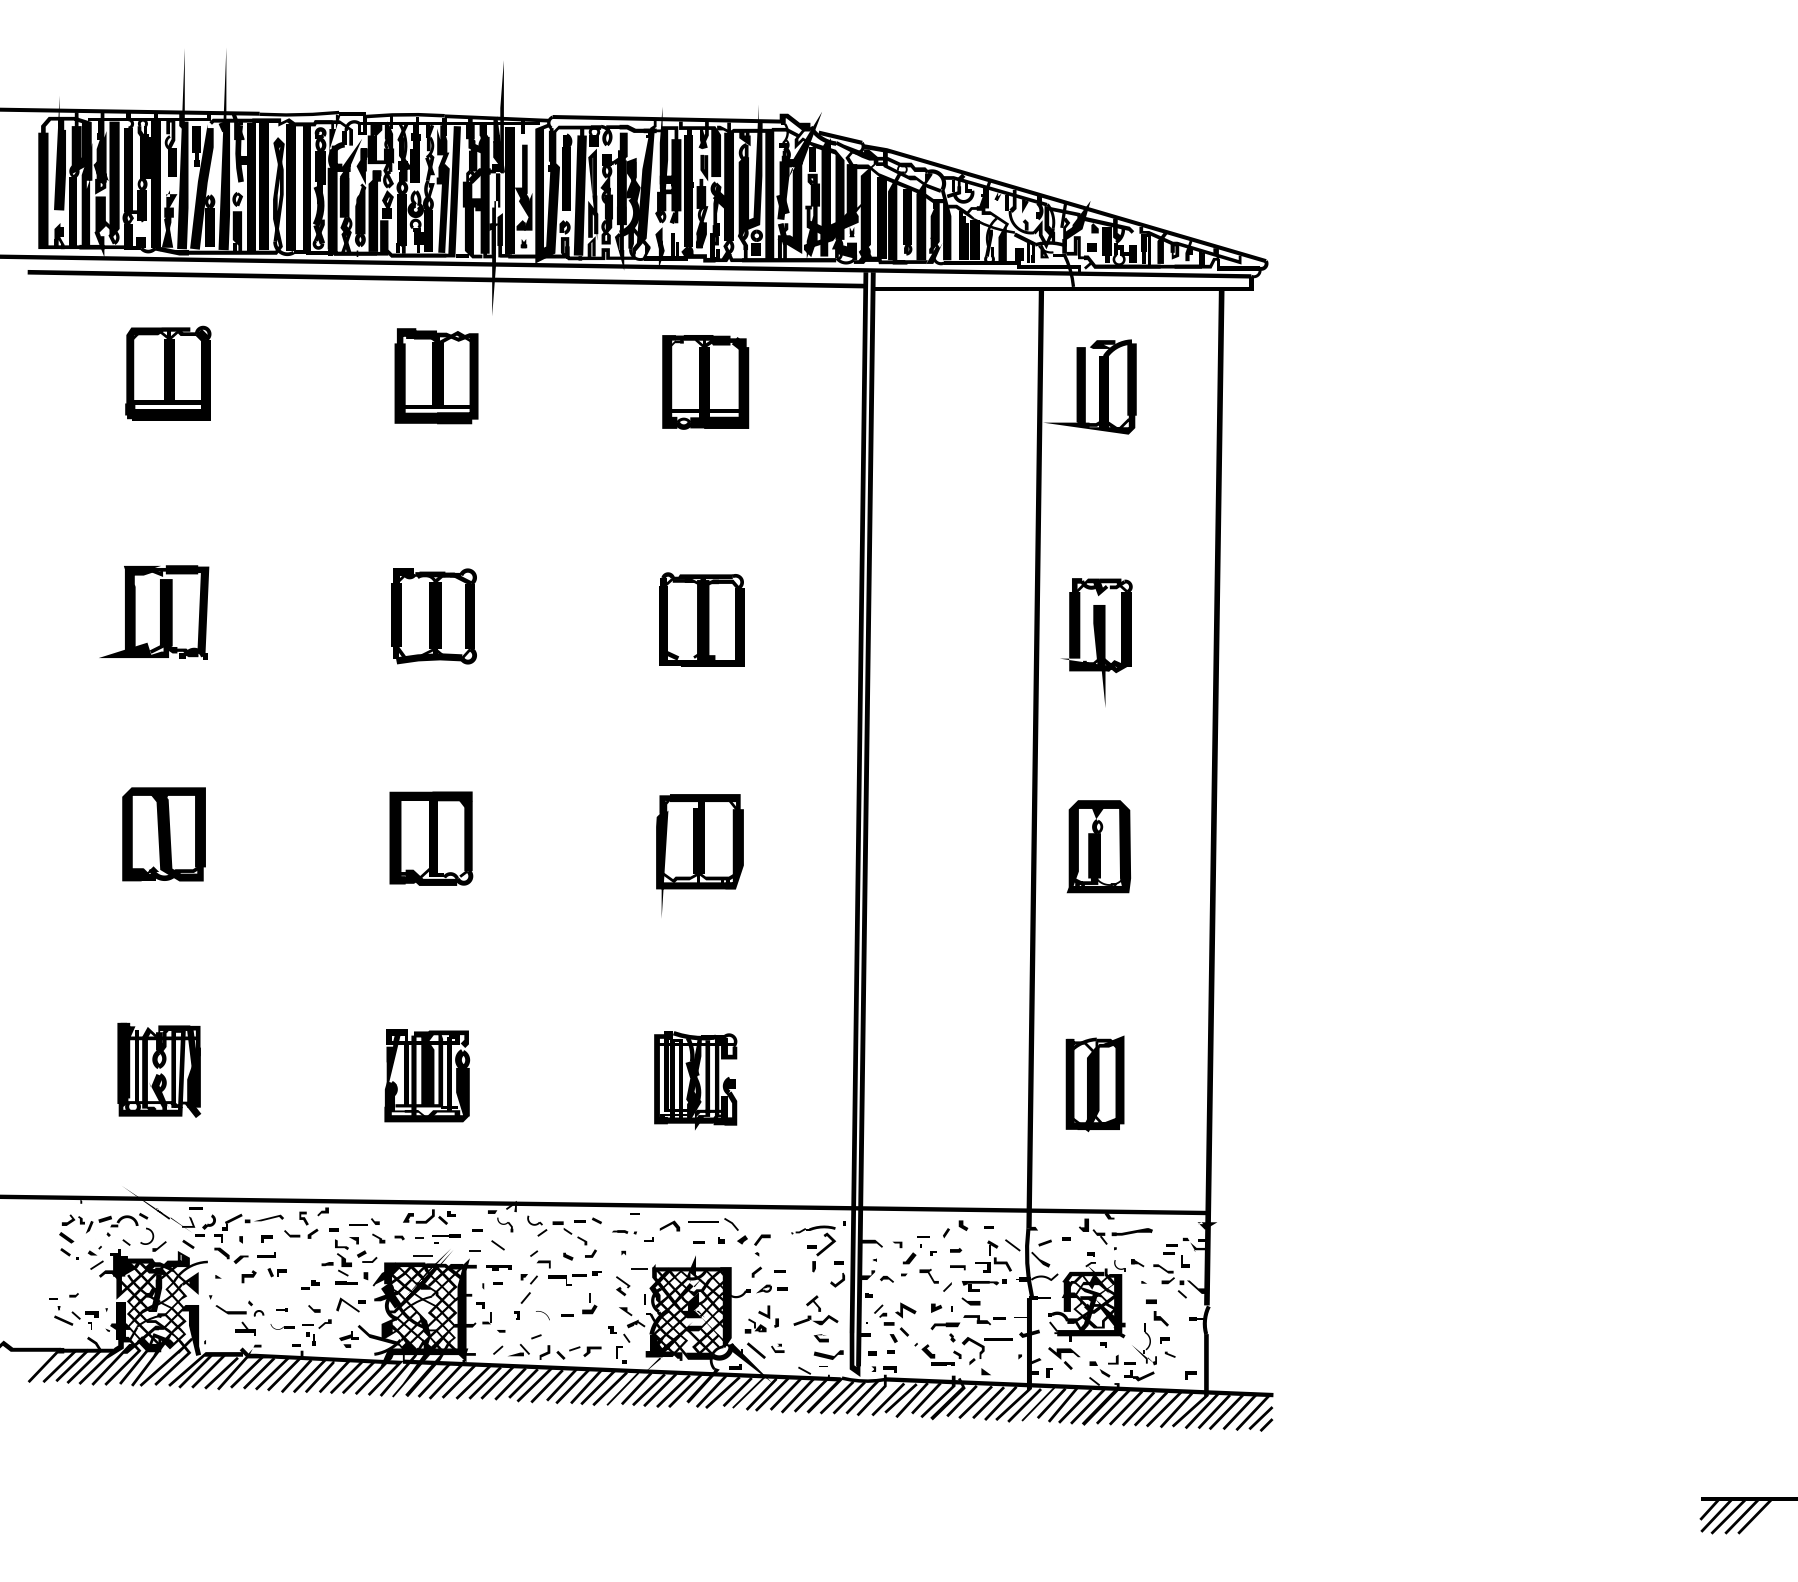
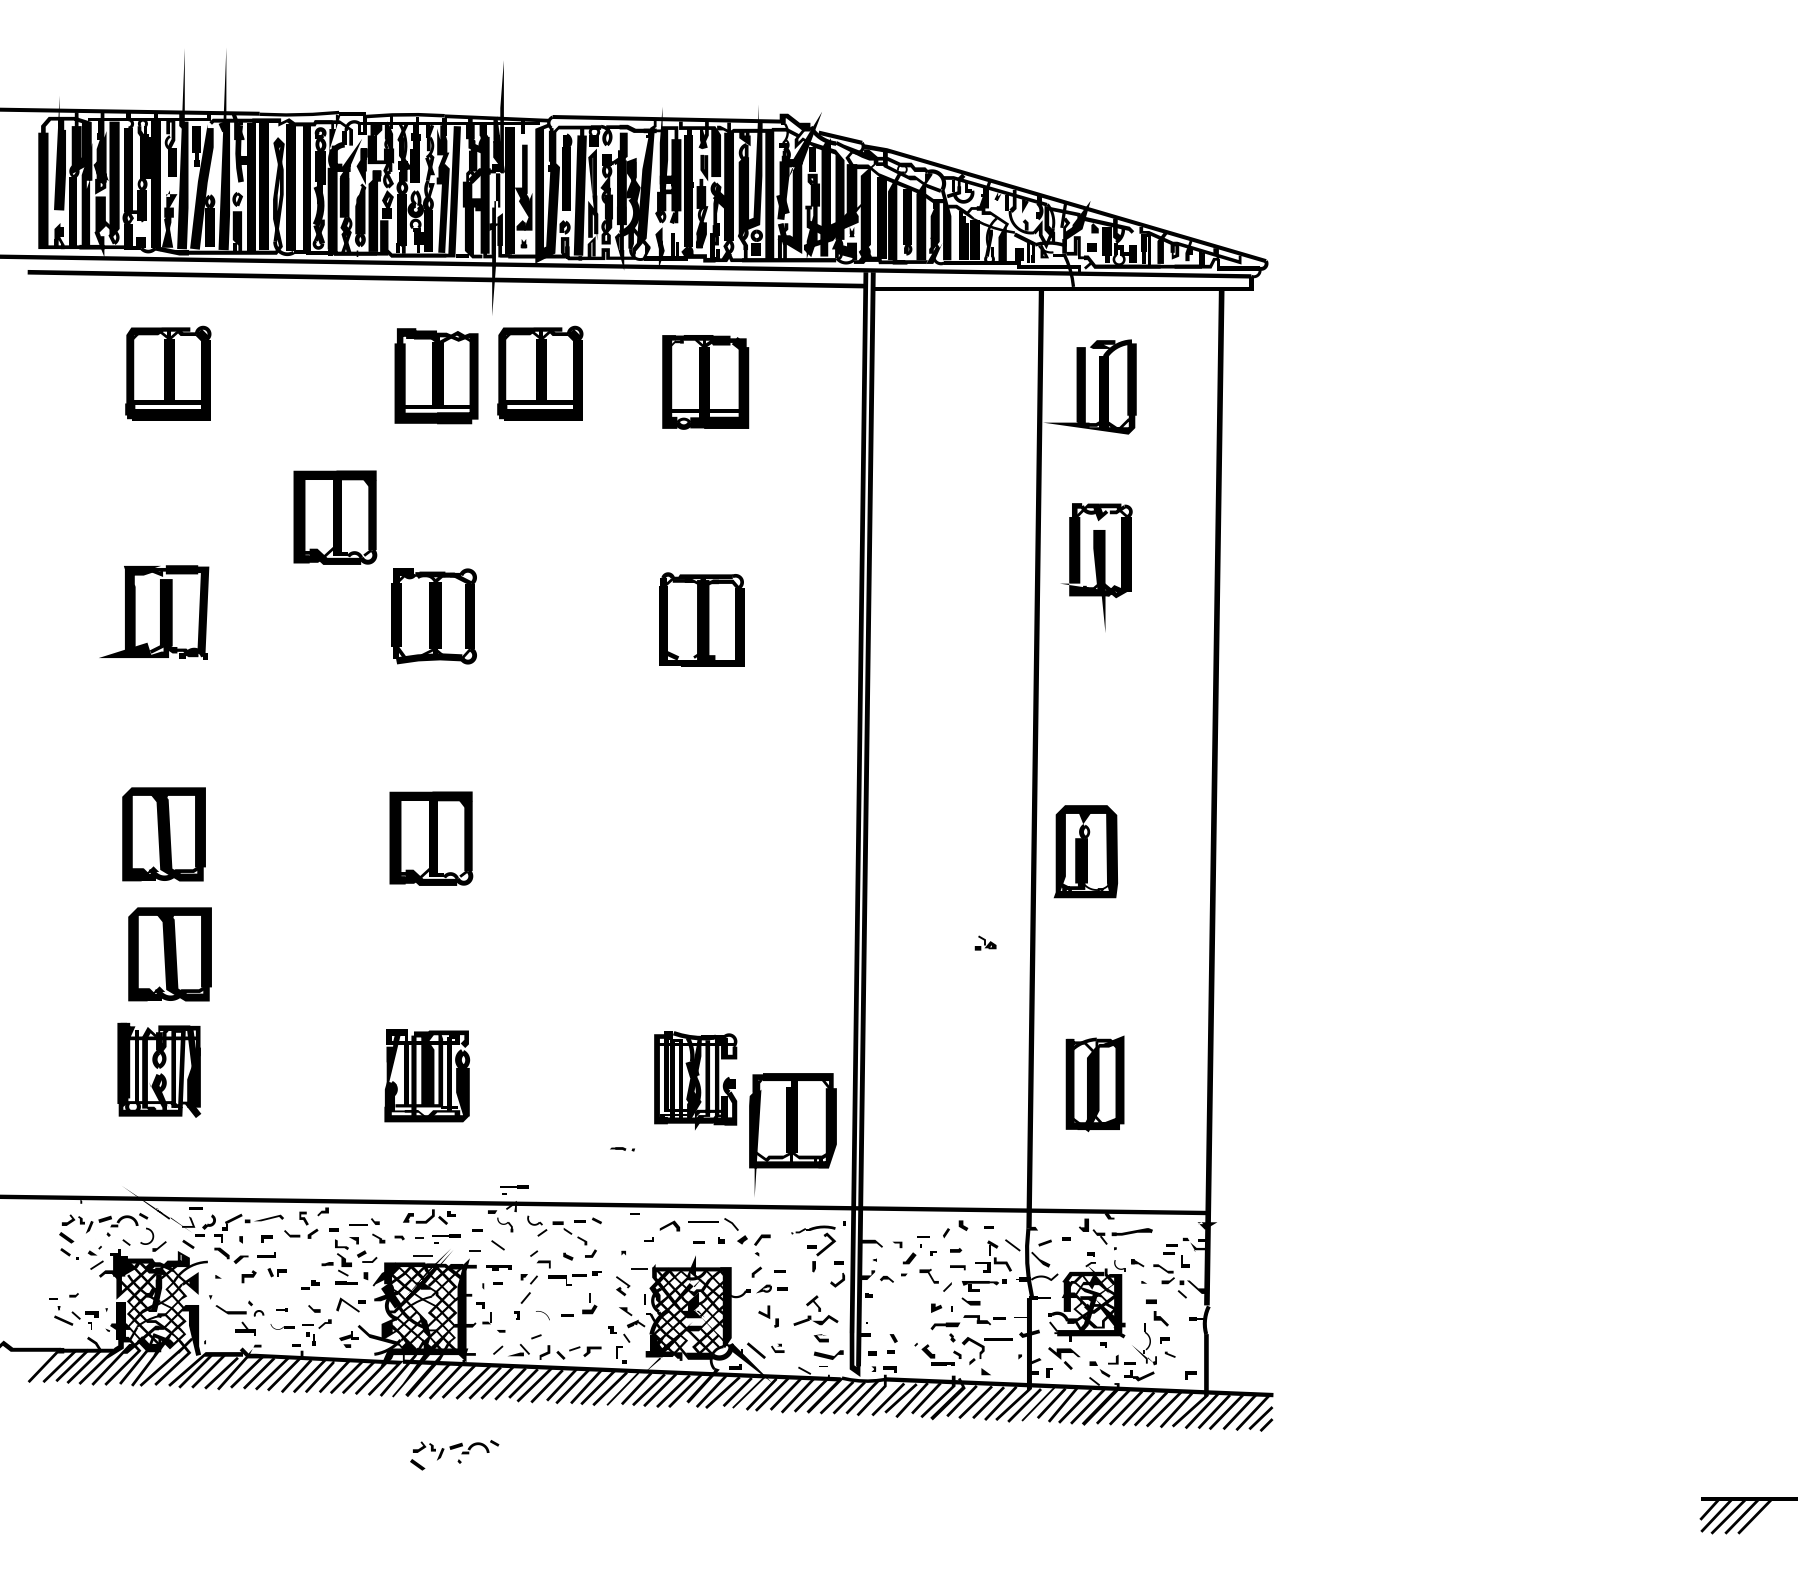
part at (540, 372): none -> present
part at (335, 517): none -> present
part at (1096, 642) position: (1096, 642) -> (1096, 567)
part at (1098, 846) position: (1098, 846) -> (1085, 851)
part at (699, 855) position: (699, 855) -> (792, 1134)
part at (169, 954): none -> present
part at (514, 1189): none -> present
part at (624, 1232) position: (624, 1232) -> (622, 1149)
part at (895, 1319): present -> none
part at (755, 1325) position: (755, 1325) -> (985, 942)
part at (454, 1455): none -> present
